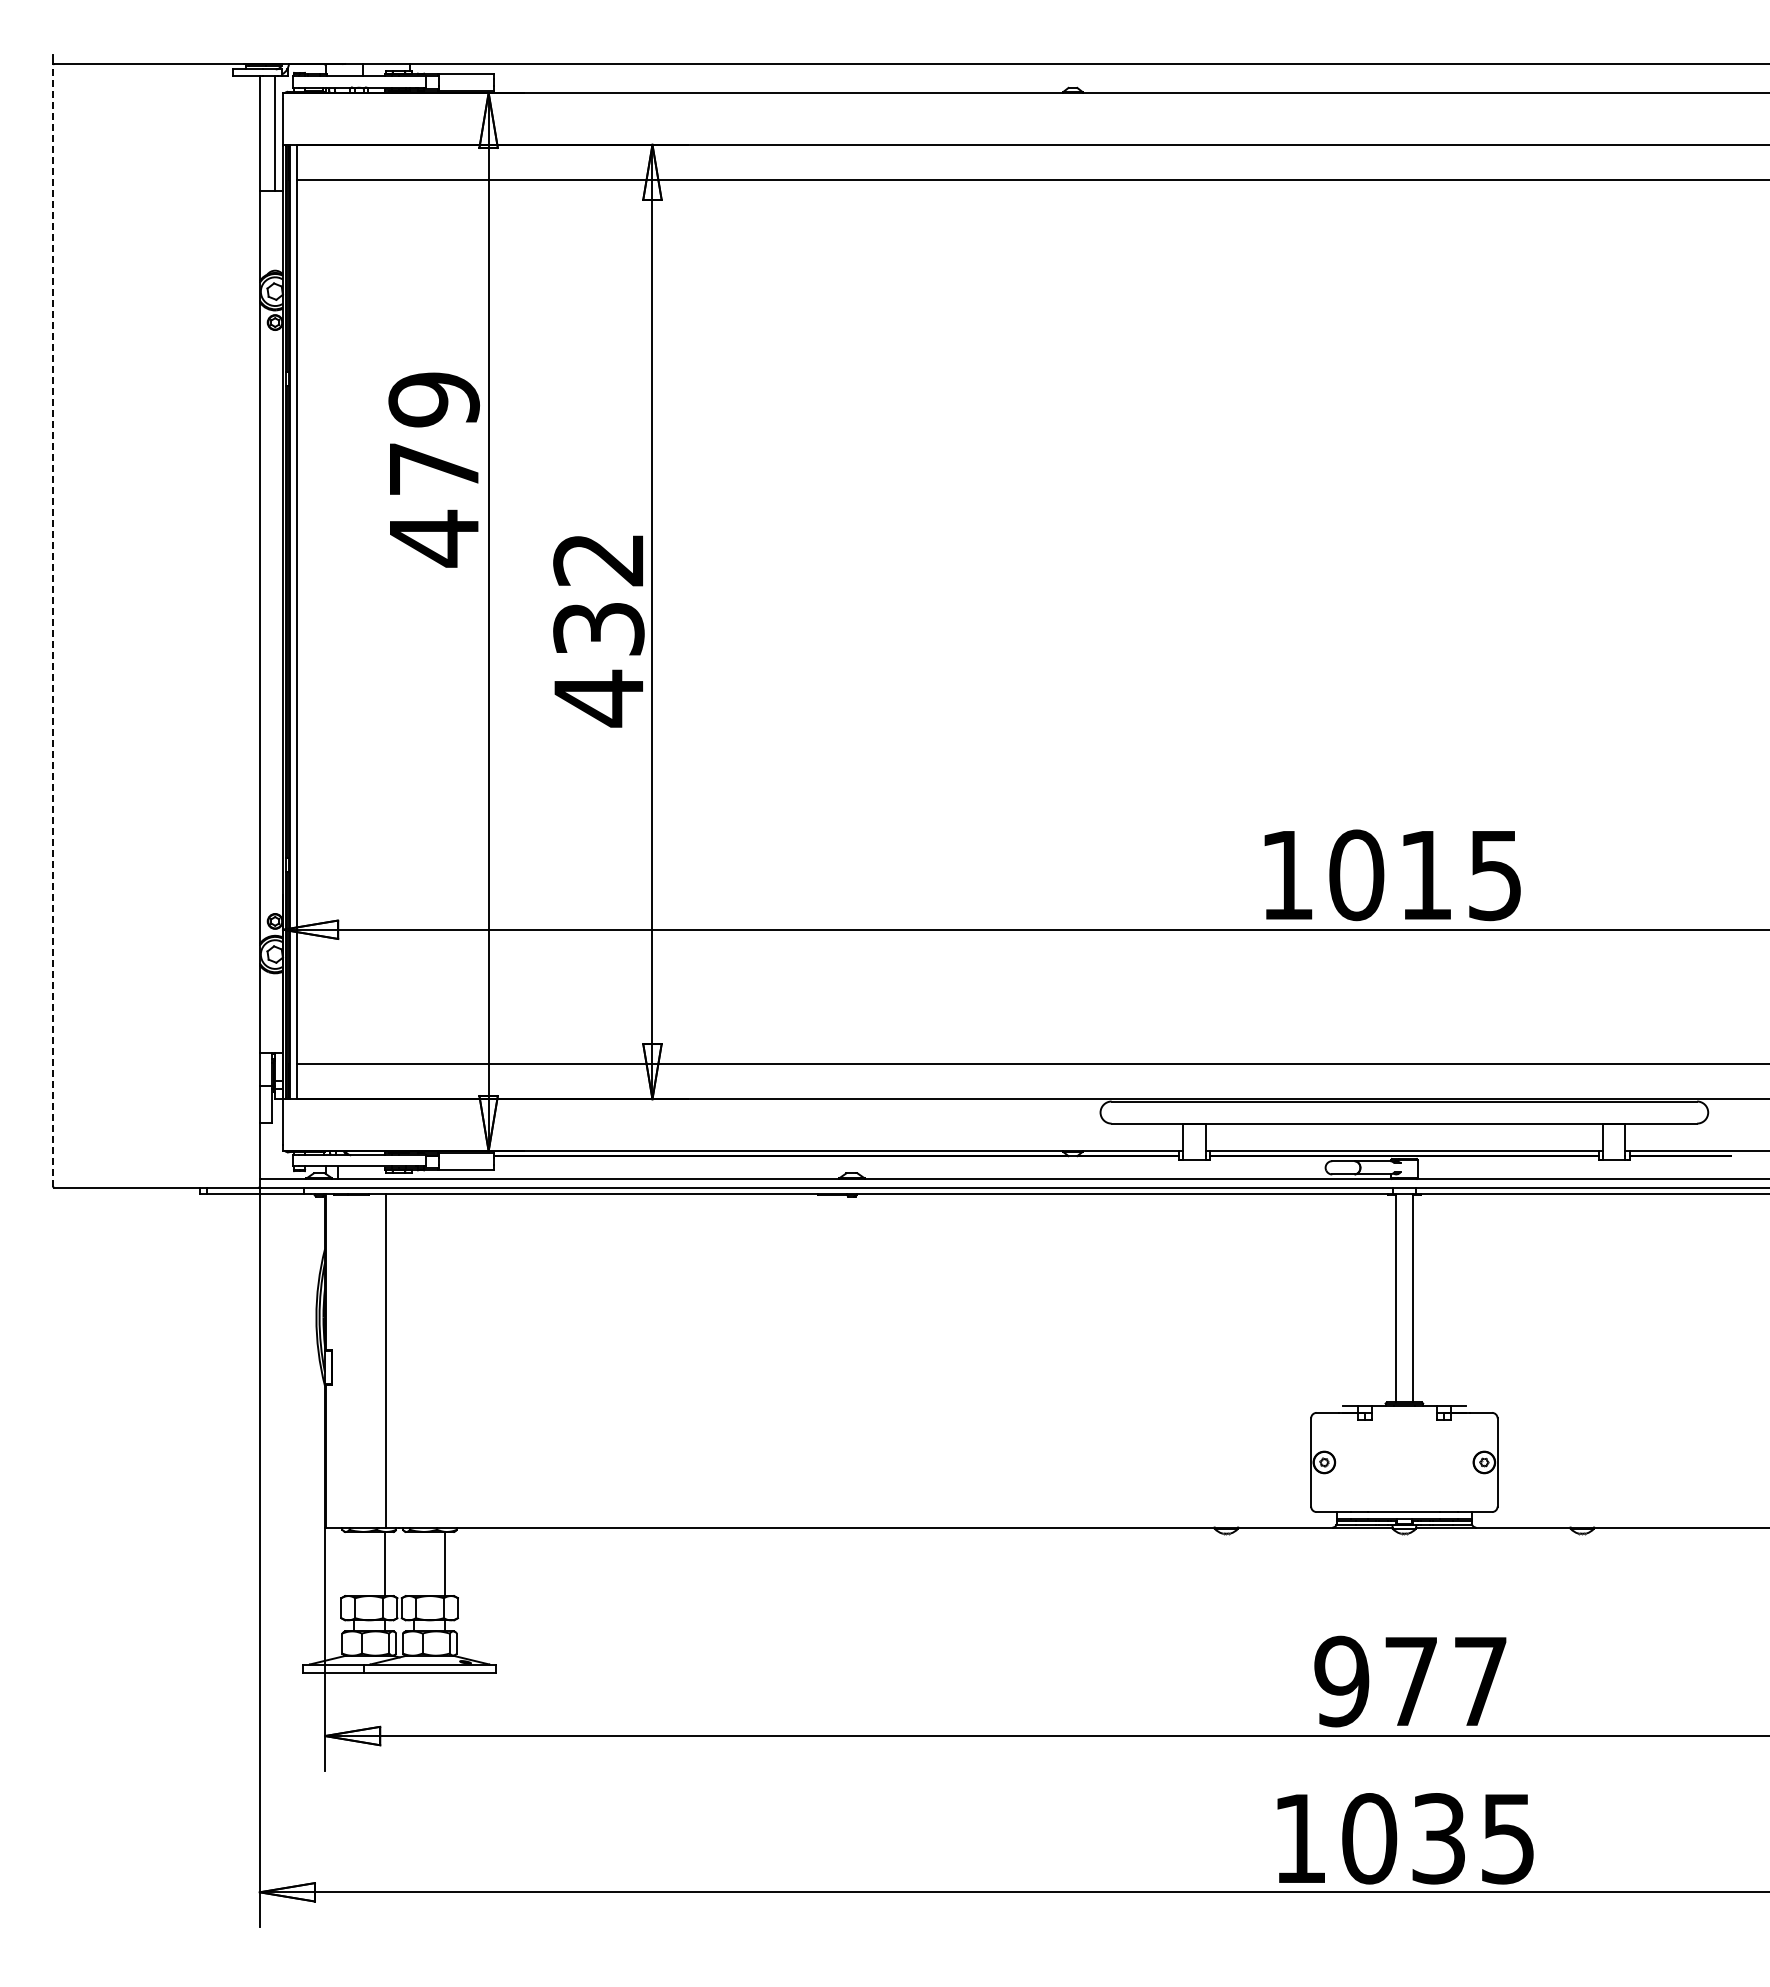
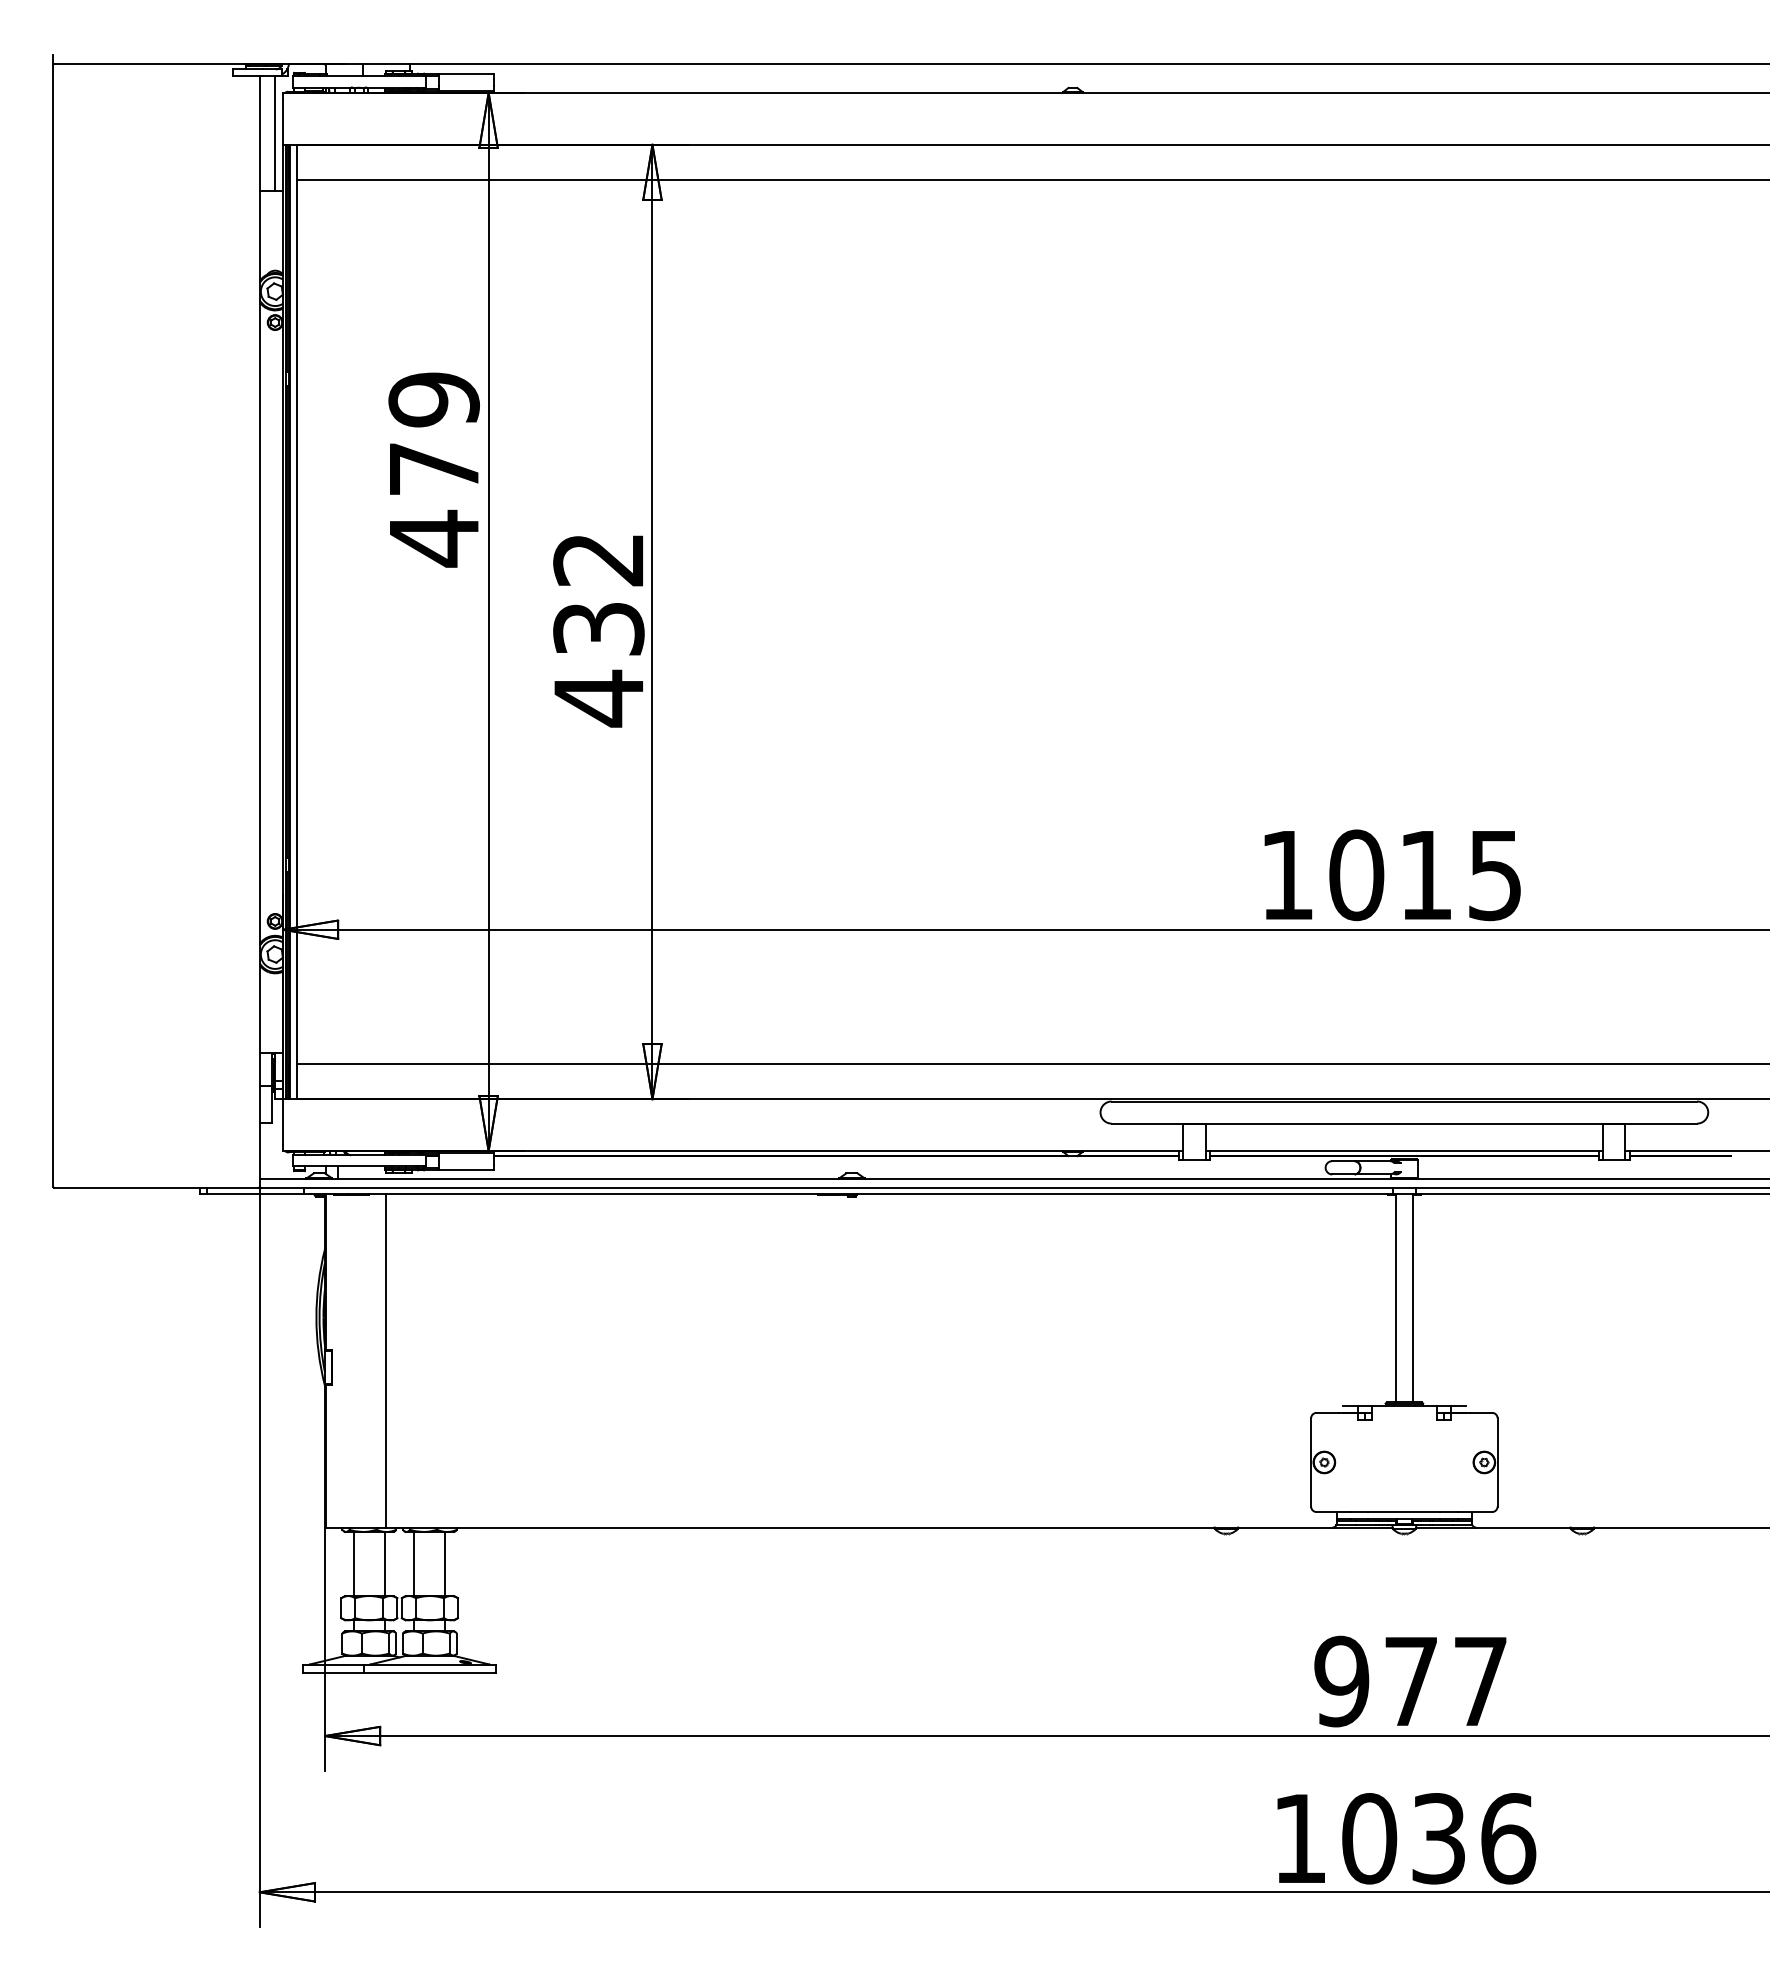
line at (53, 625): dashed -> solid
line at (353, 1563): none -> present
line at (414, 1563): none -> present
text at (1508, 1838): 1035 -> 1036
